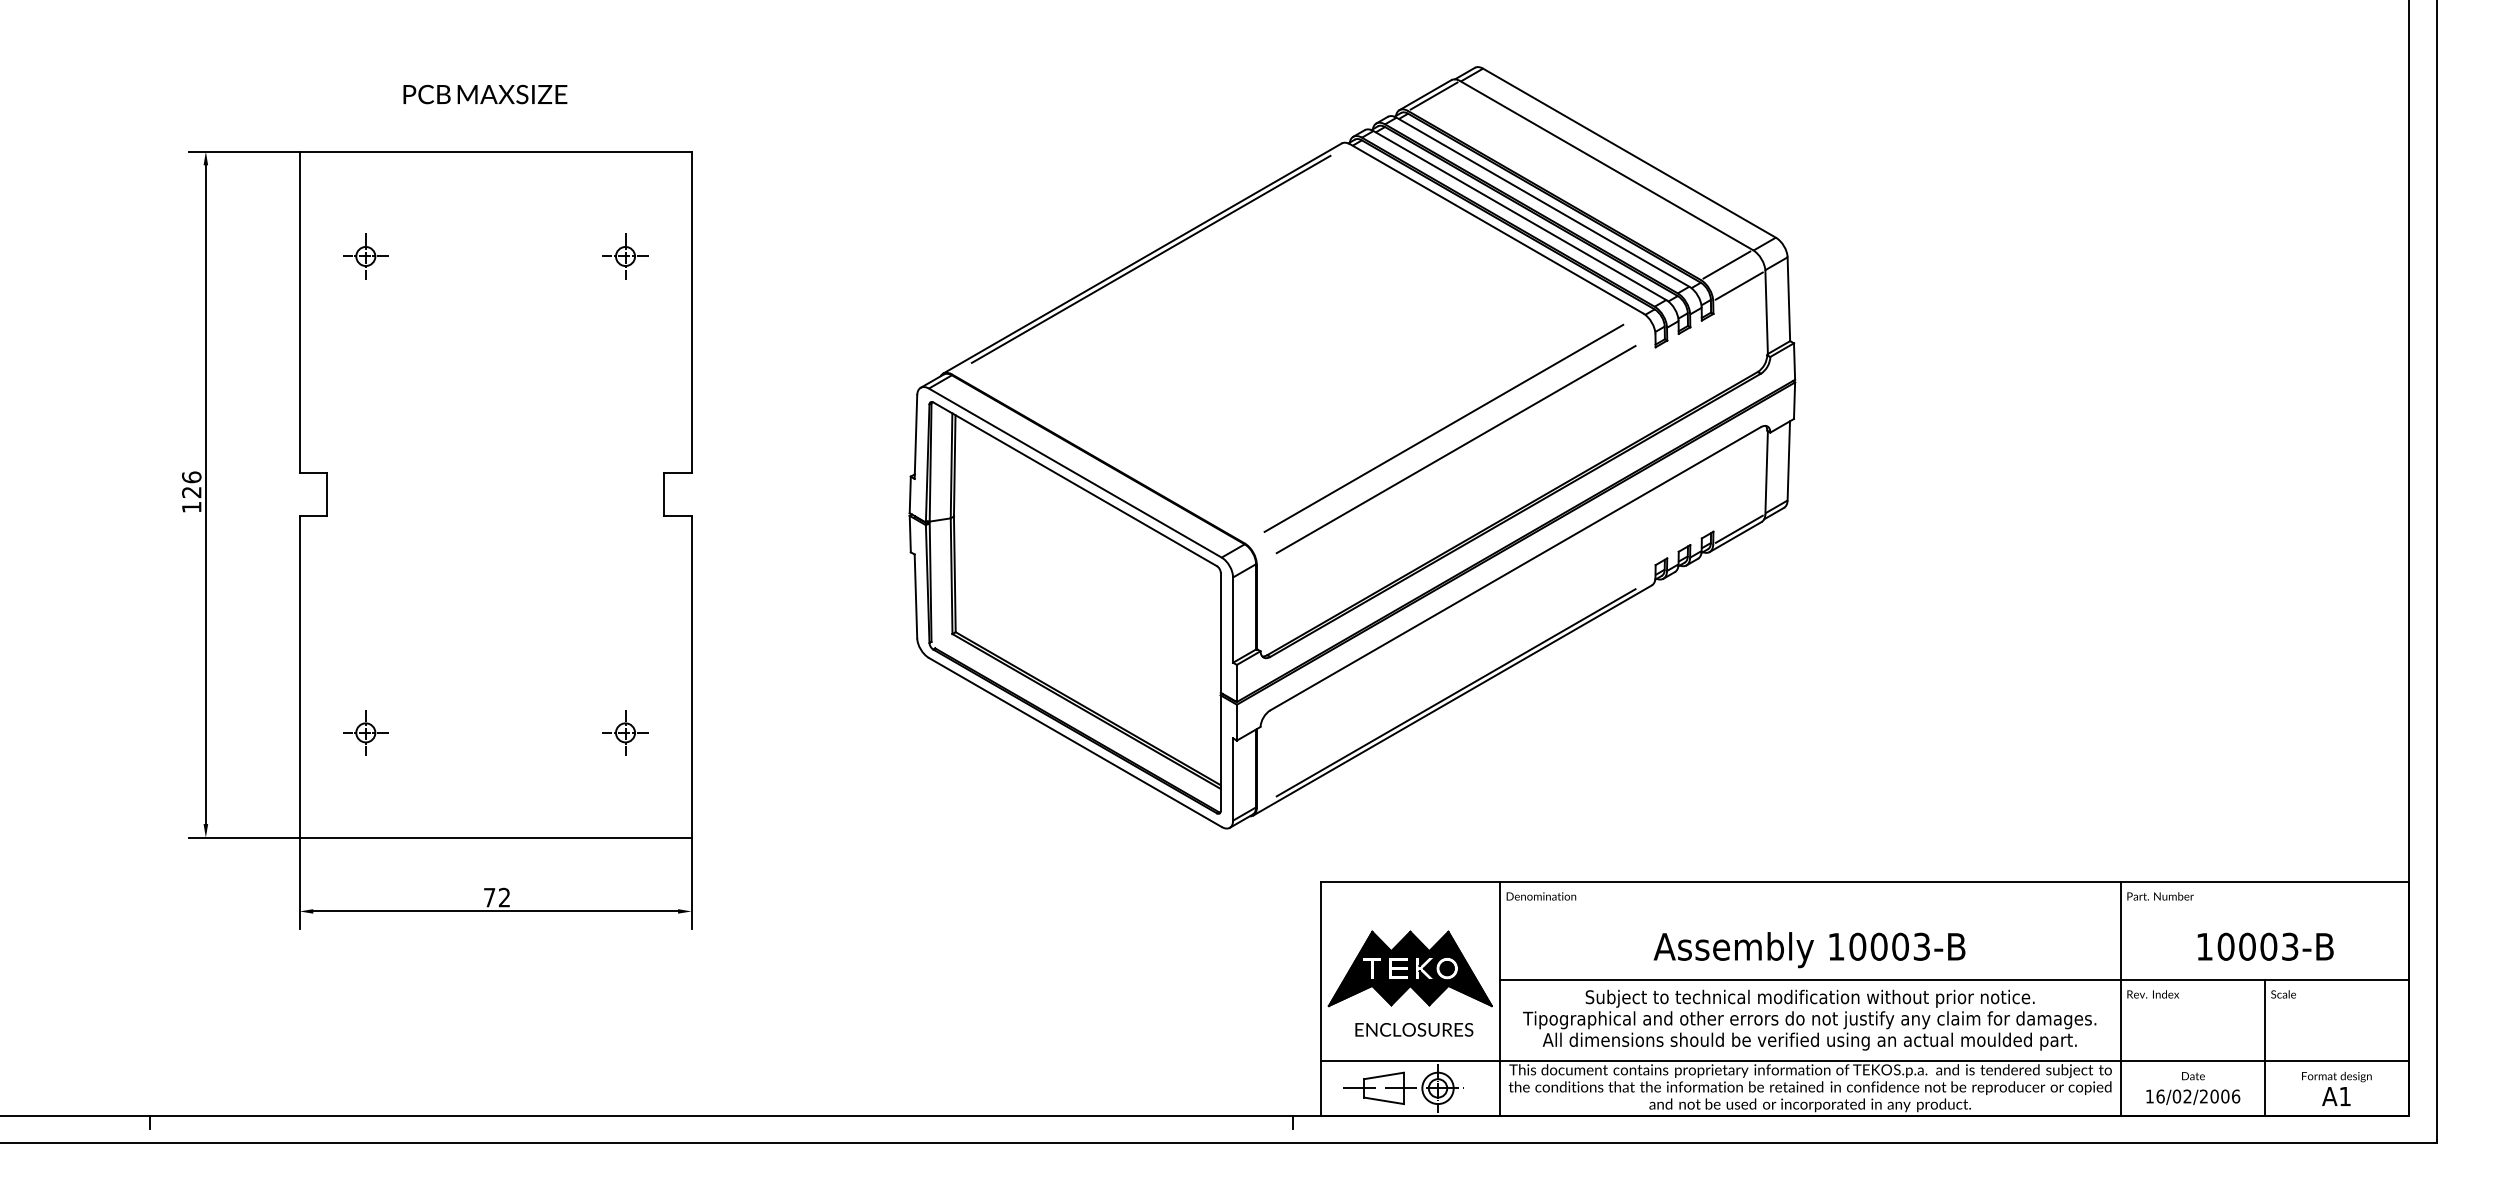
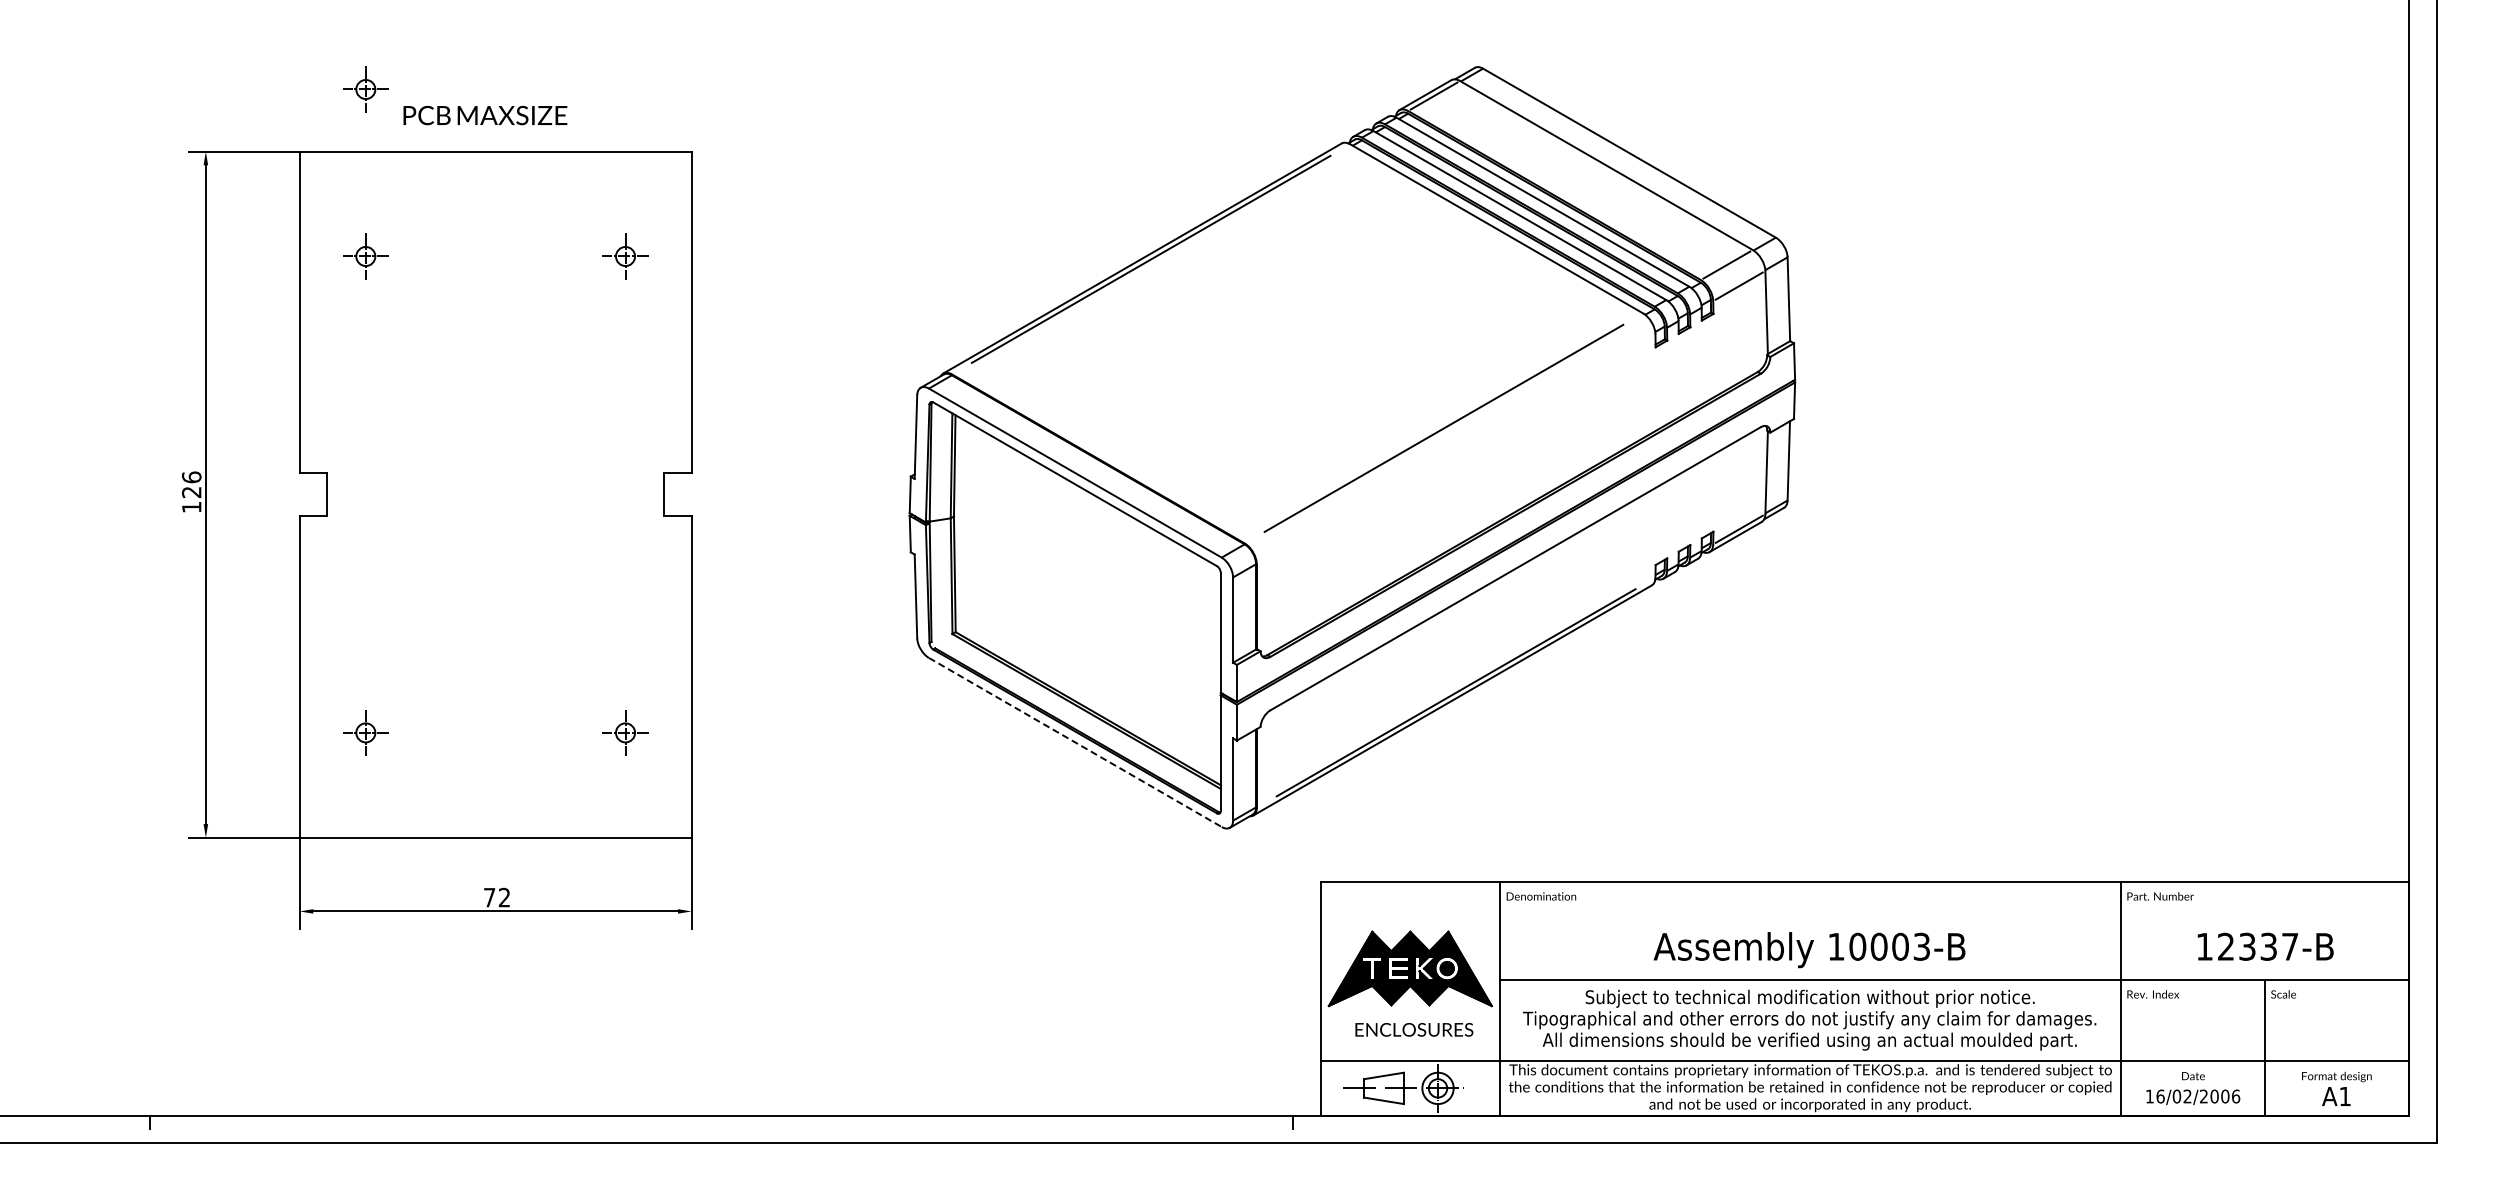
part at (365, 89): none -> present
text at (485, 94) position: (485, 94) -> (485, 115)
line at (1455, 449): present -> none
line at (1075, 742): solid -> dashed
text at (2257, 946): 10003-B -> 12337-B
